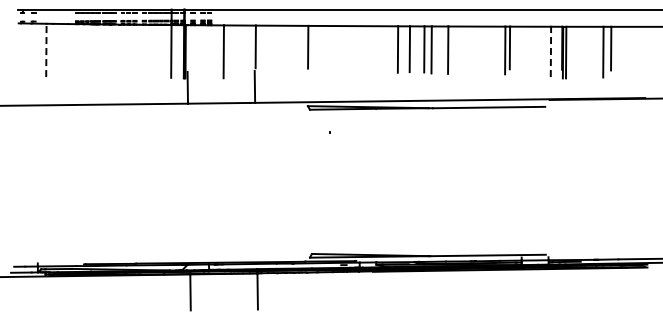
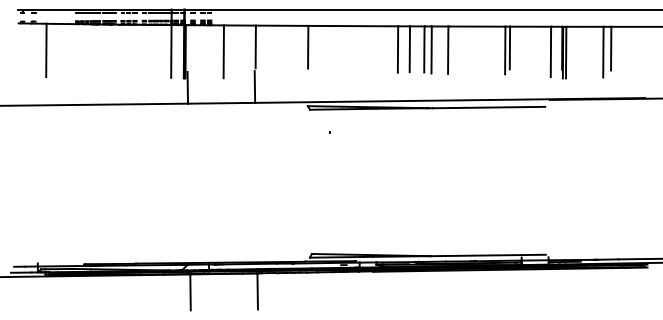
line at (46, 50): dashed -> solid
line at (550, 51): dashed -> solid
